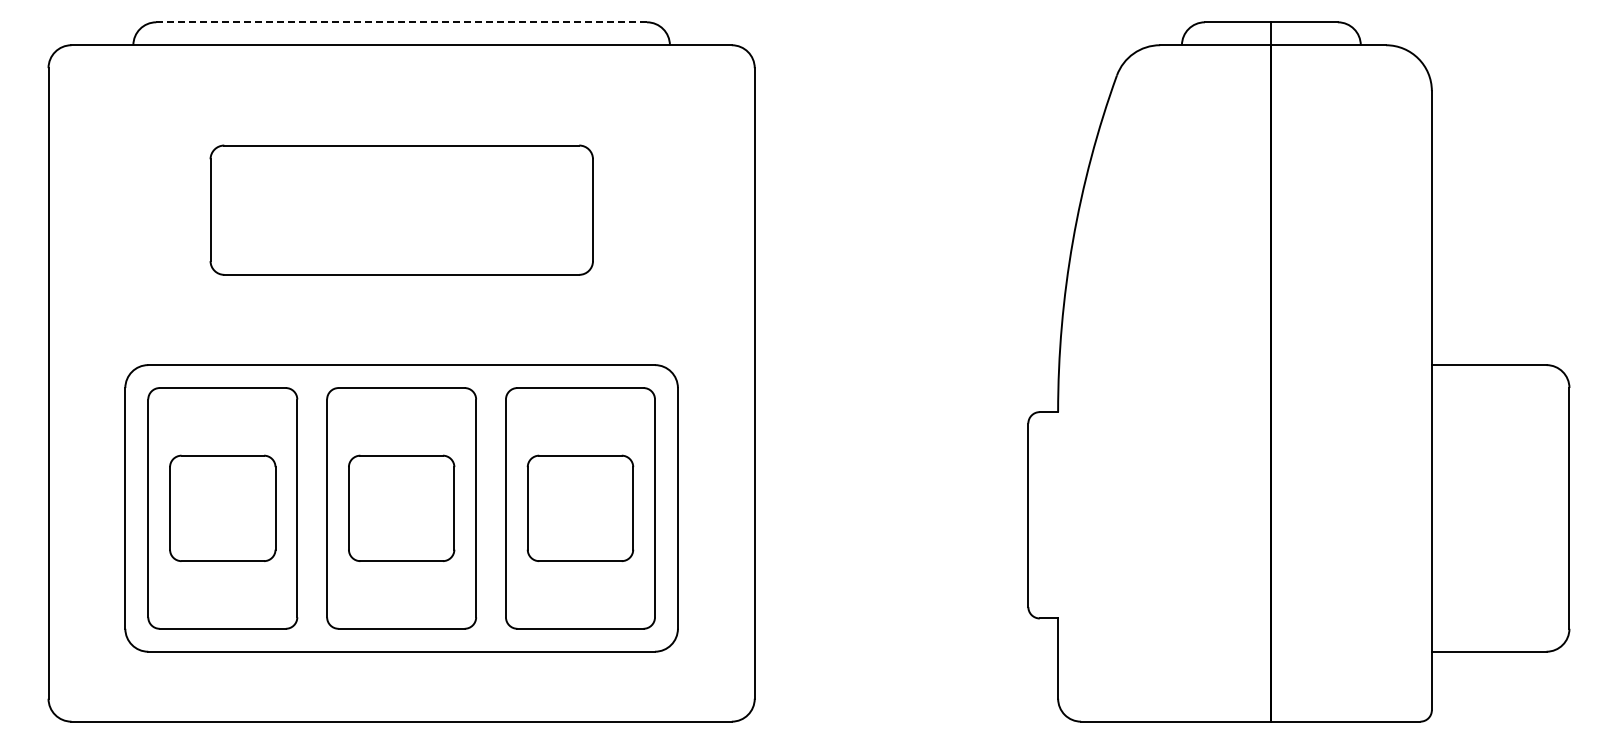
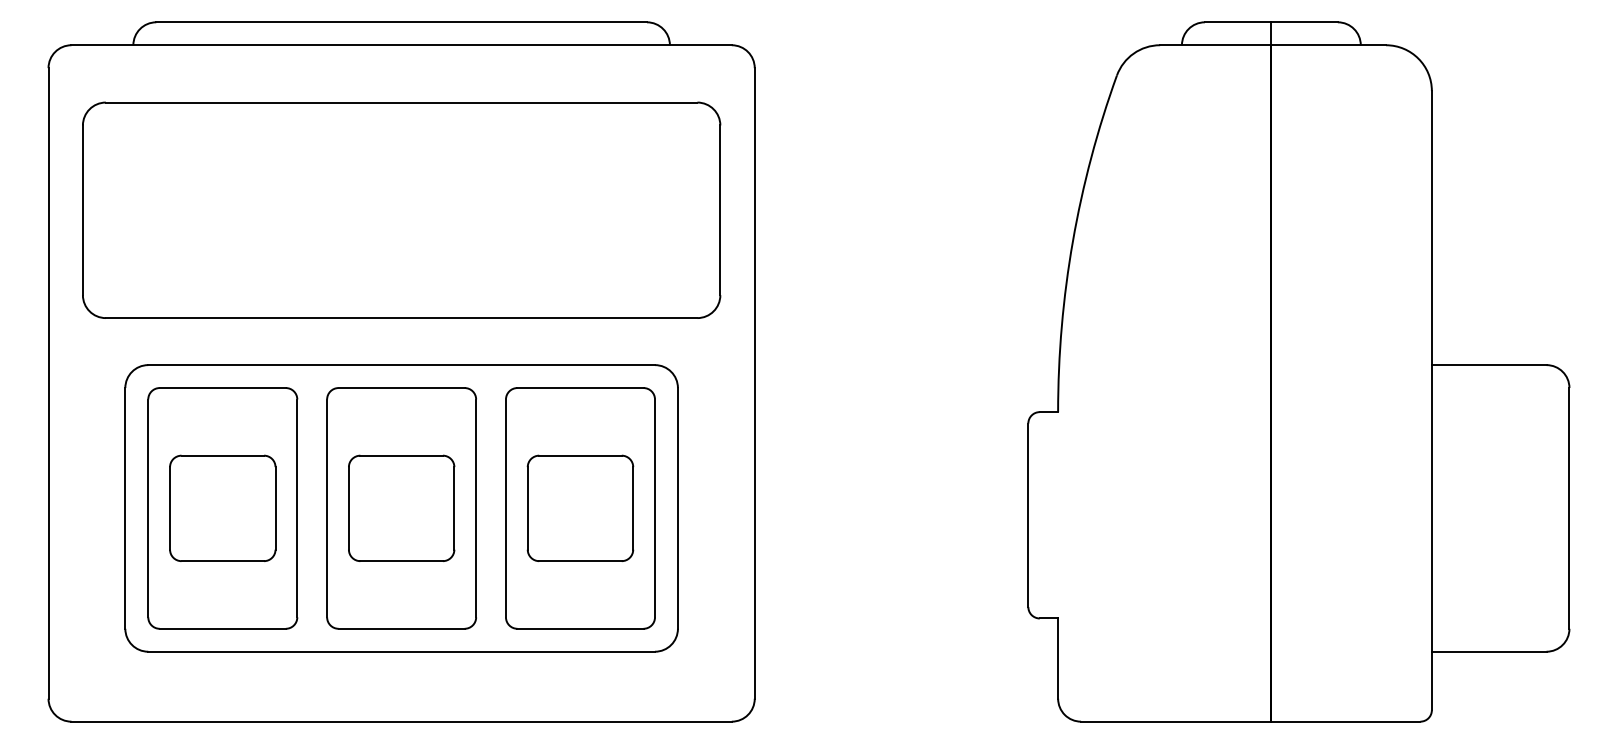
line at (401, 22): dashed -> solid
part at (401, 209) size: 385x132 px -> 640x218 px
